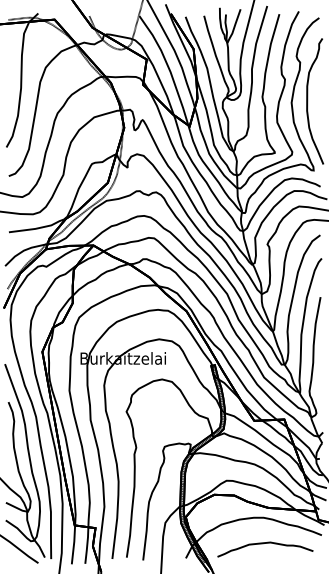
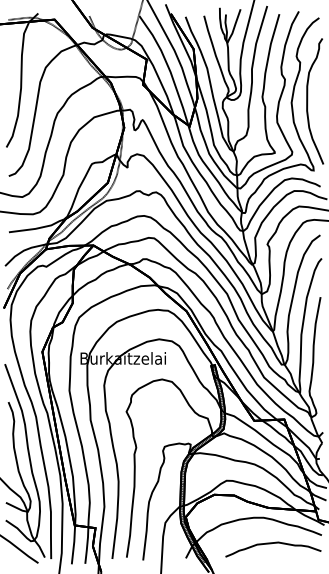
curve at (263, 544) position: (263, 544) -> (271, 544)
